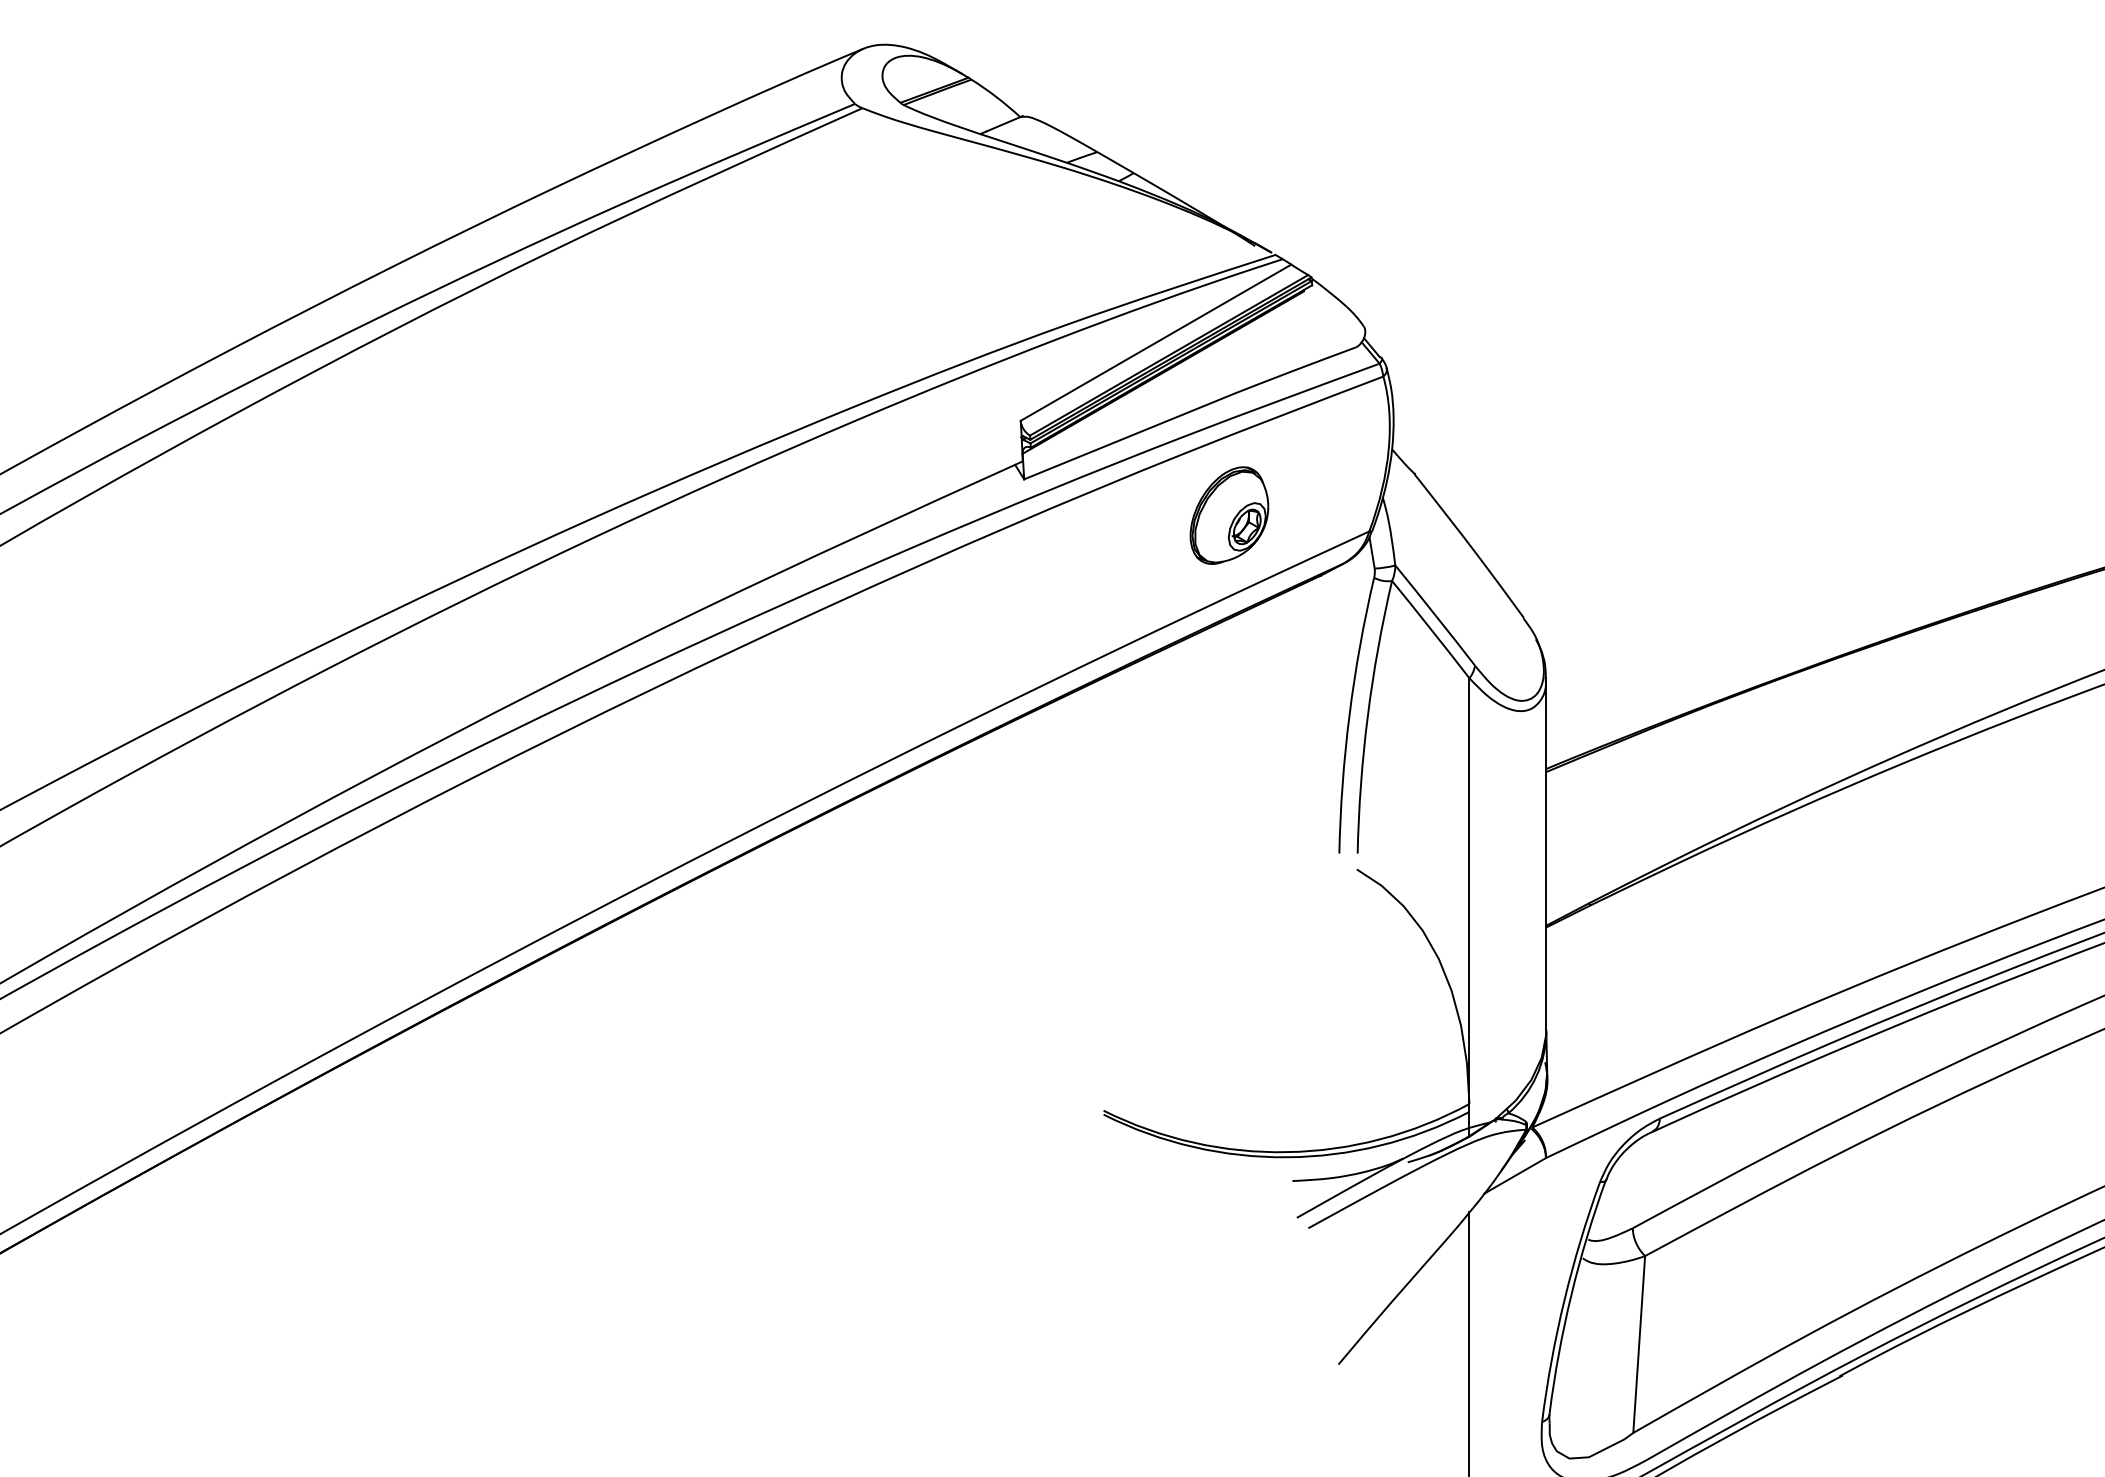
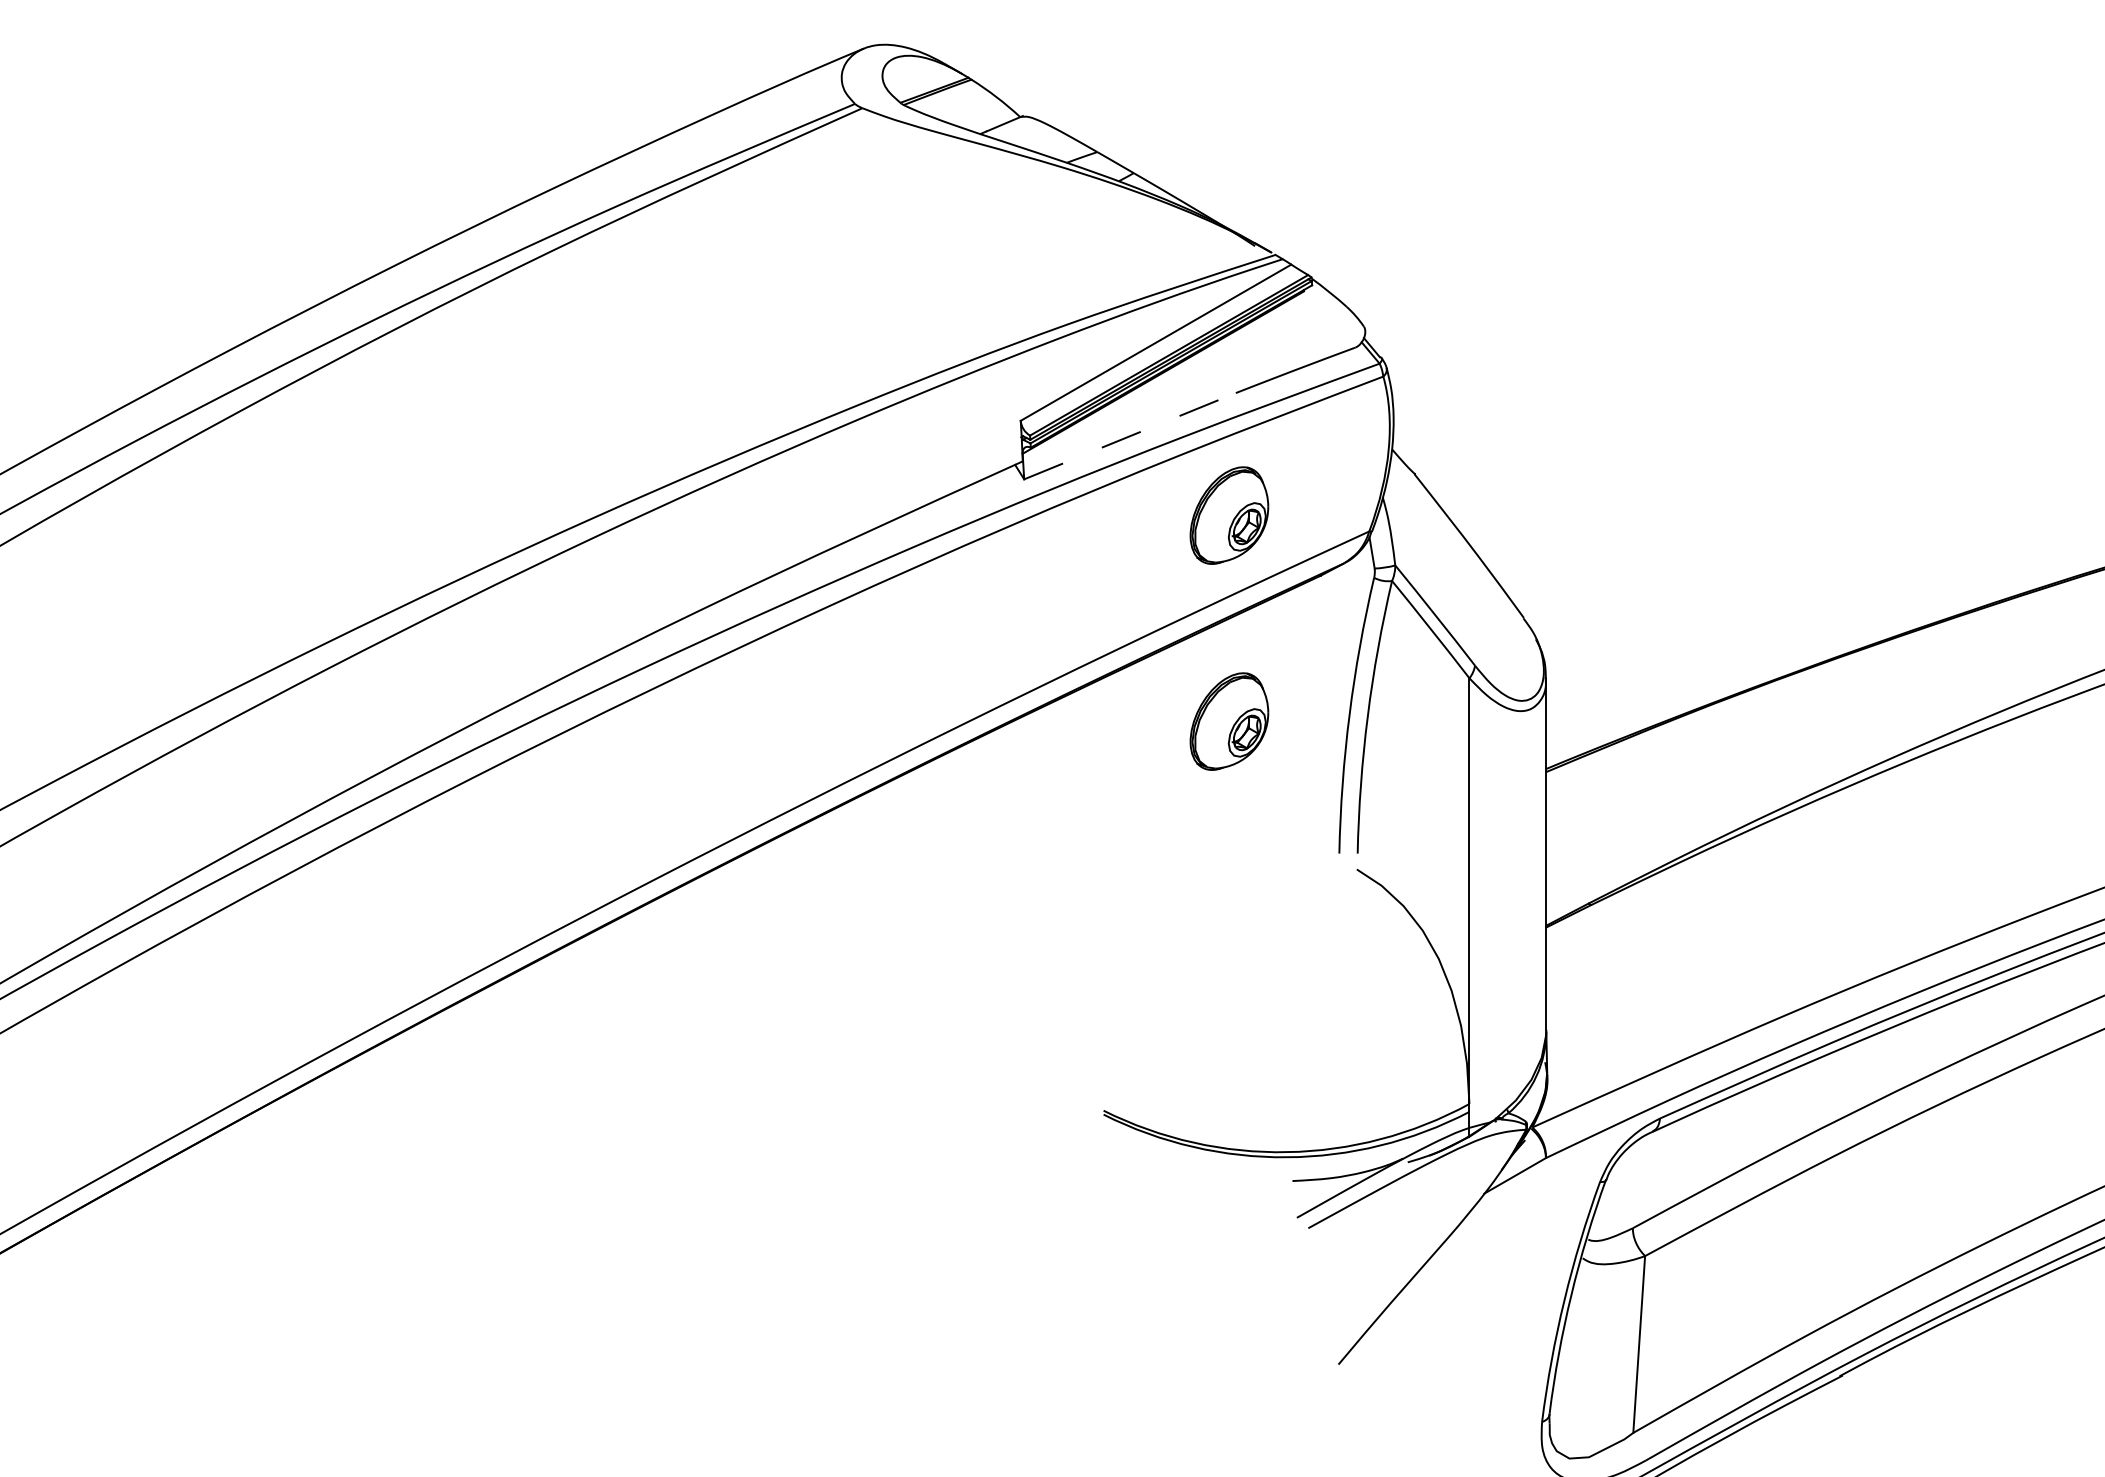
line at (1130, 436): solid -> dashed
part at (1229, 721): none -> present
line at (1469, 1342): present -> none
